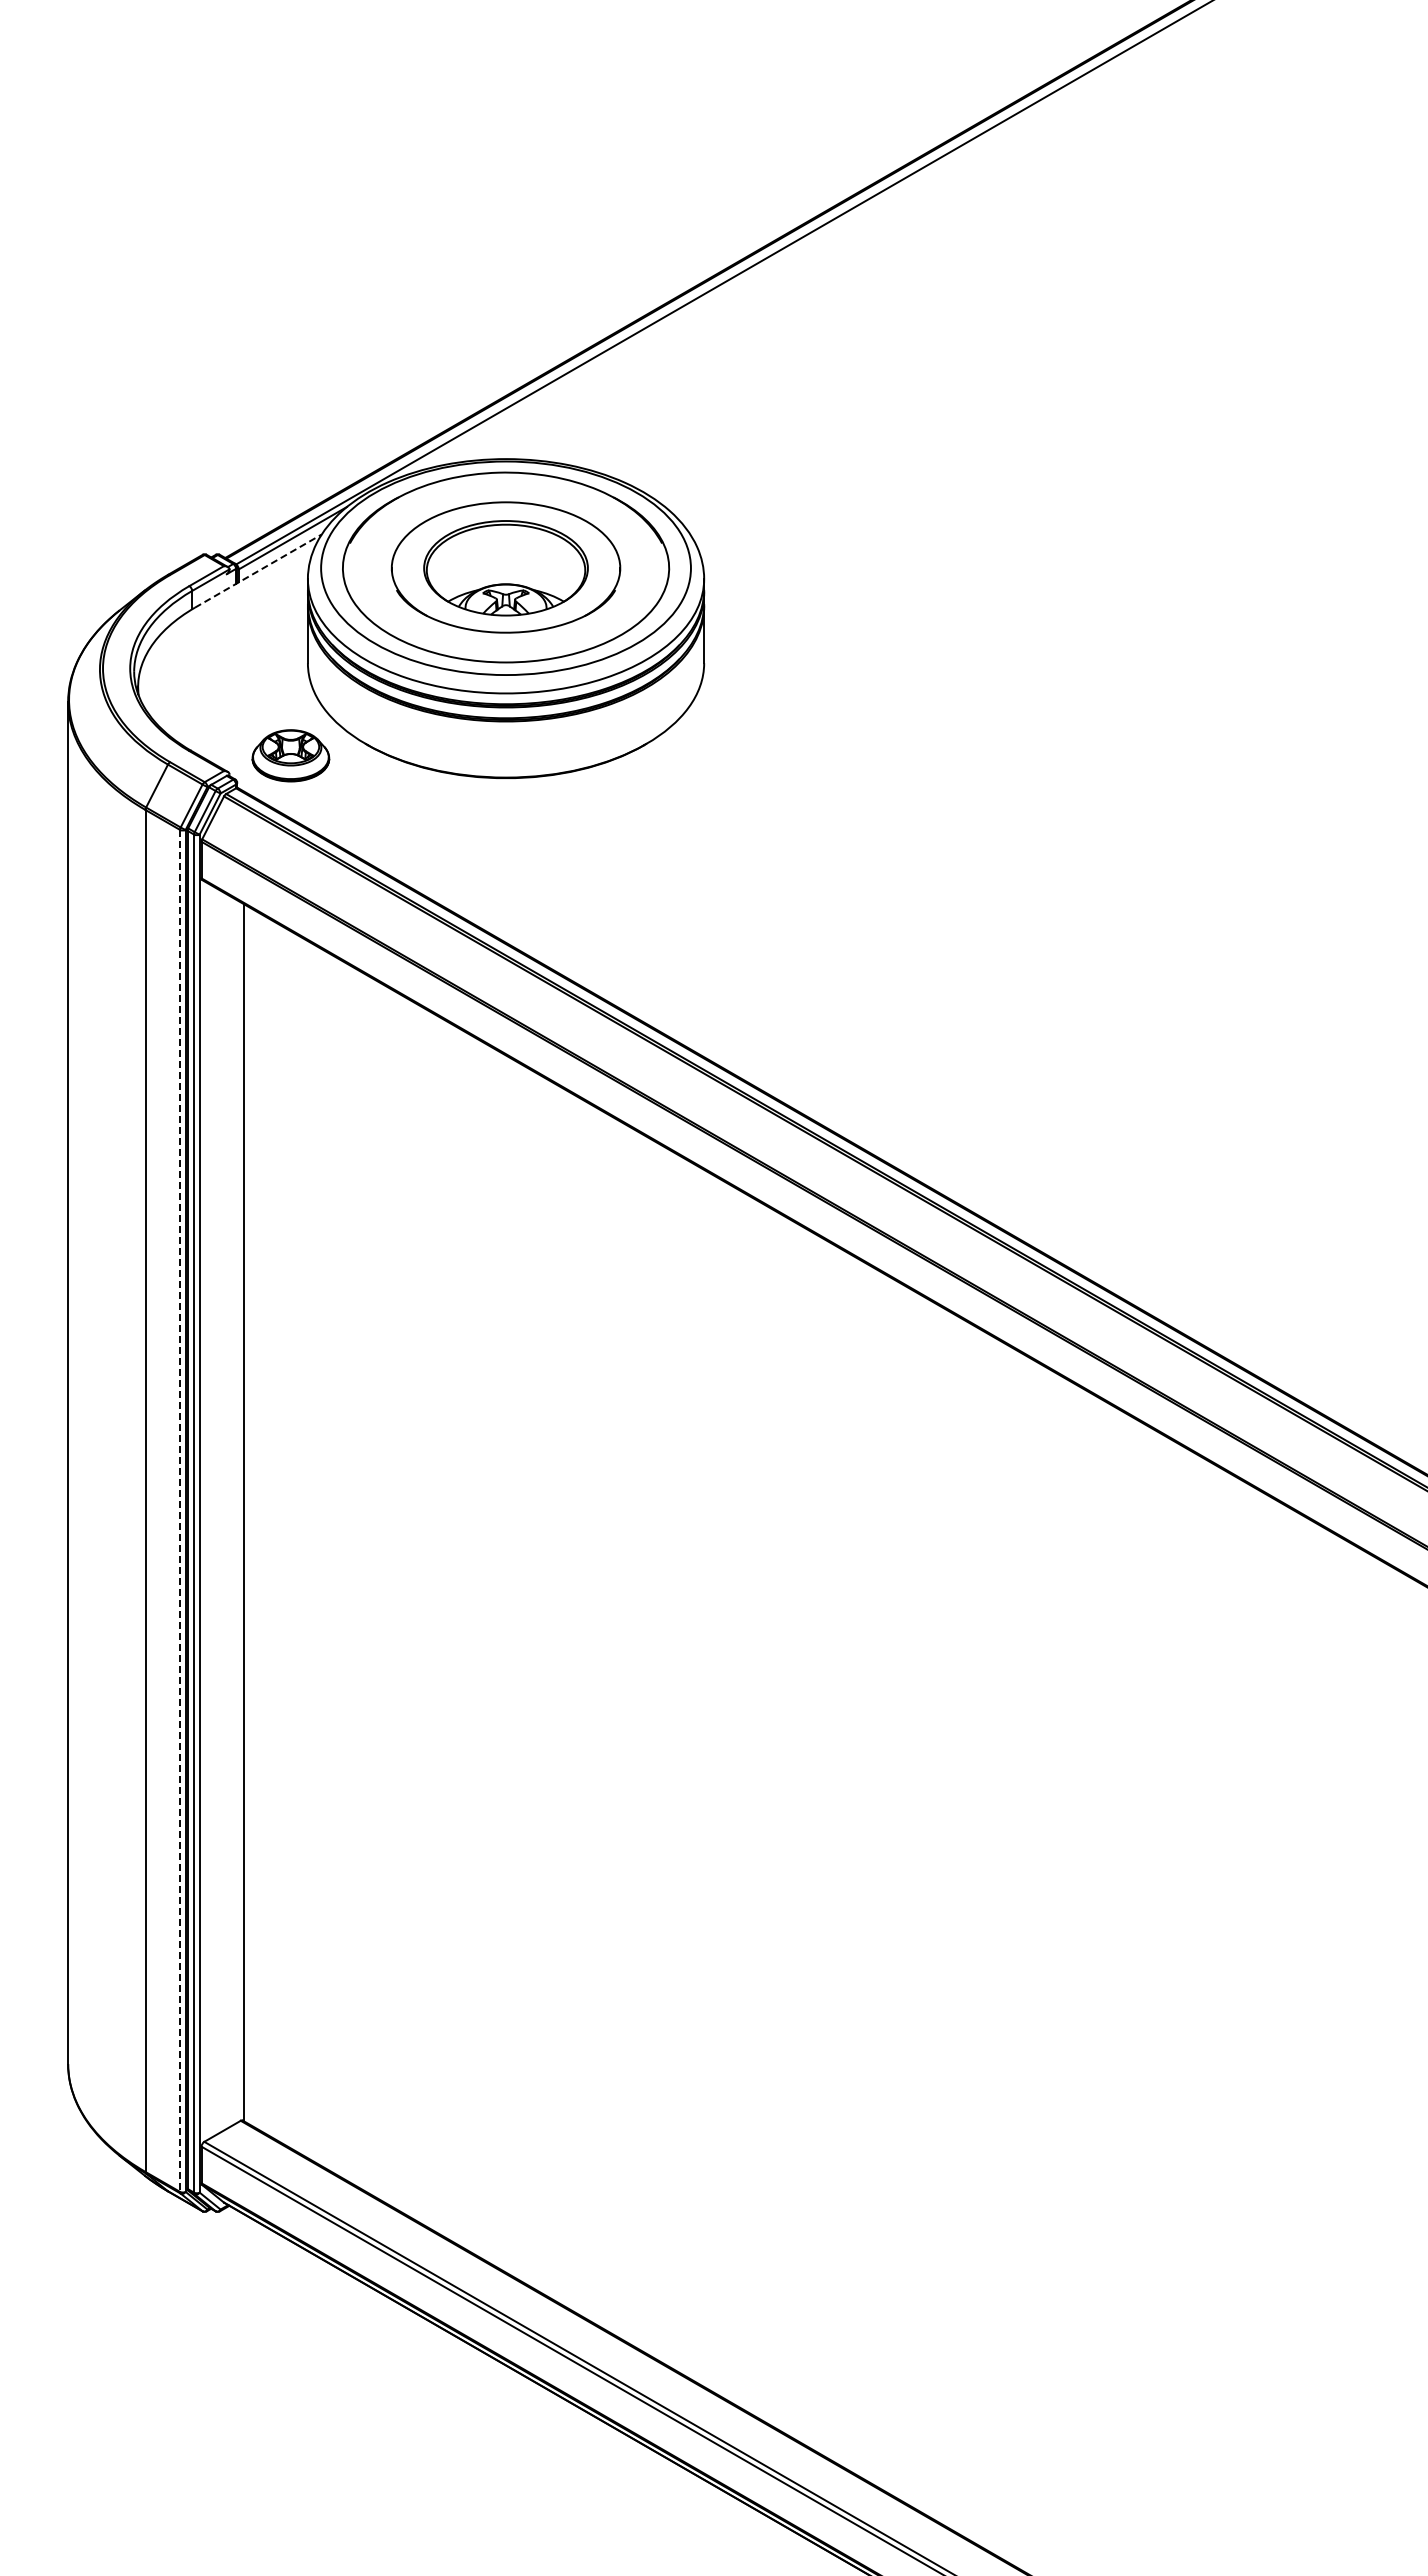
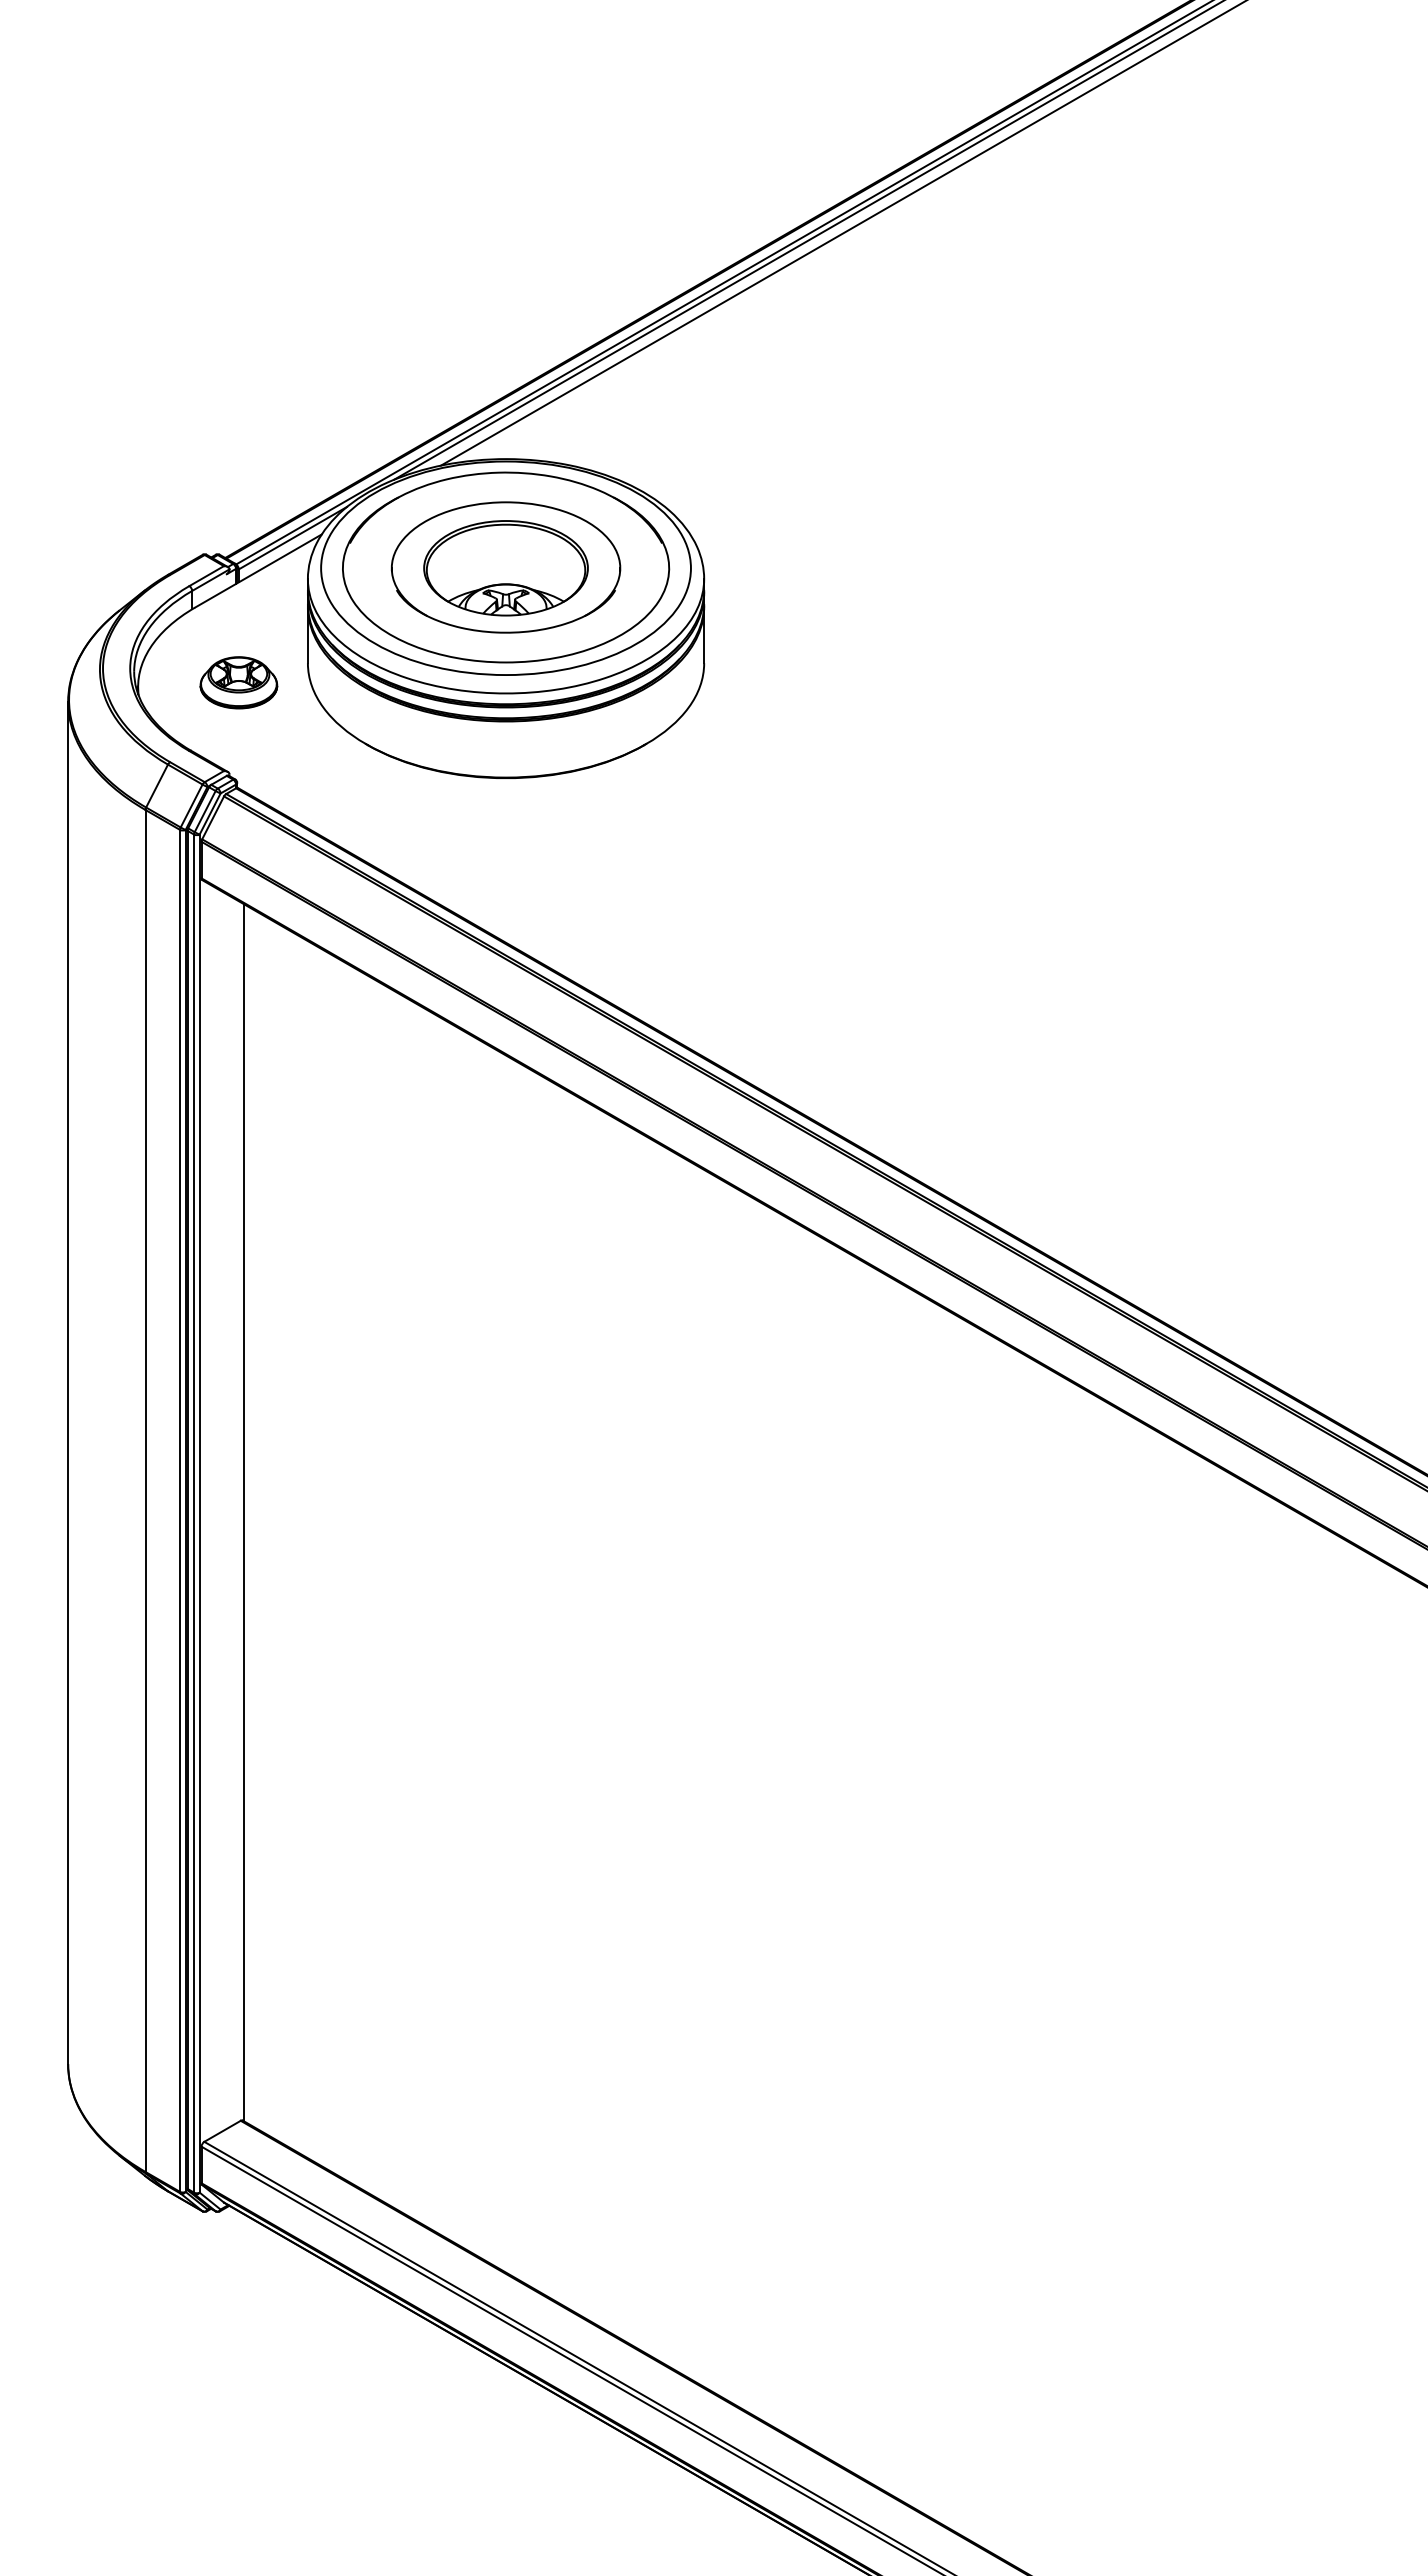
line at (842, 233): none -> present
line at (807, 240): none -> present
line at (258, 570): dashed -> solid
part at (290, 755) position: (290, 755) -> (238, 682)
line at (180, 1510): dashed -> solid
